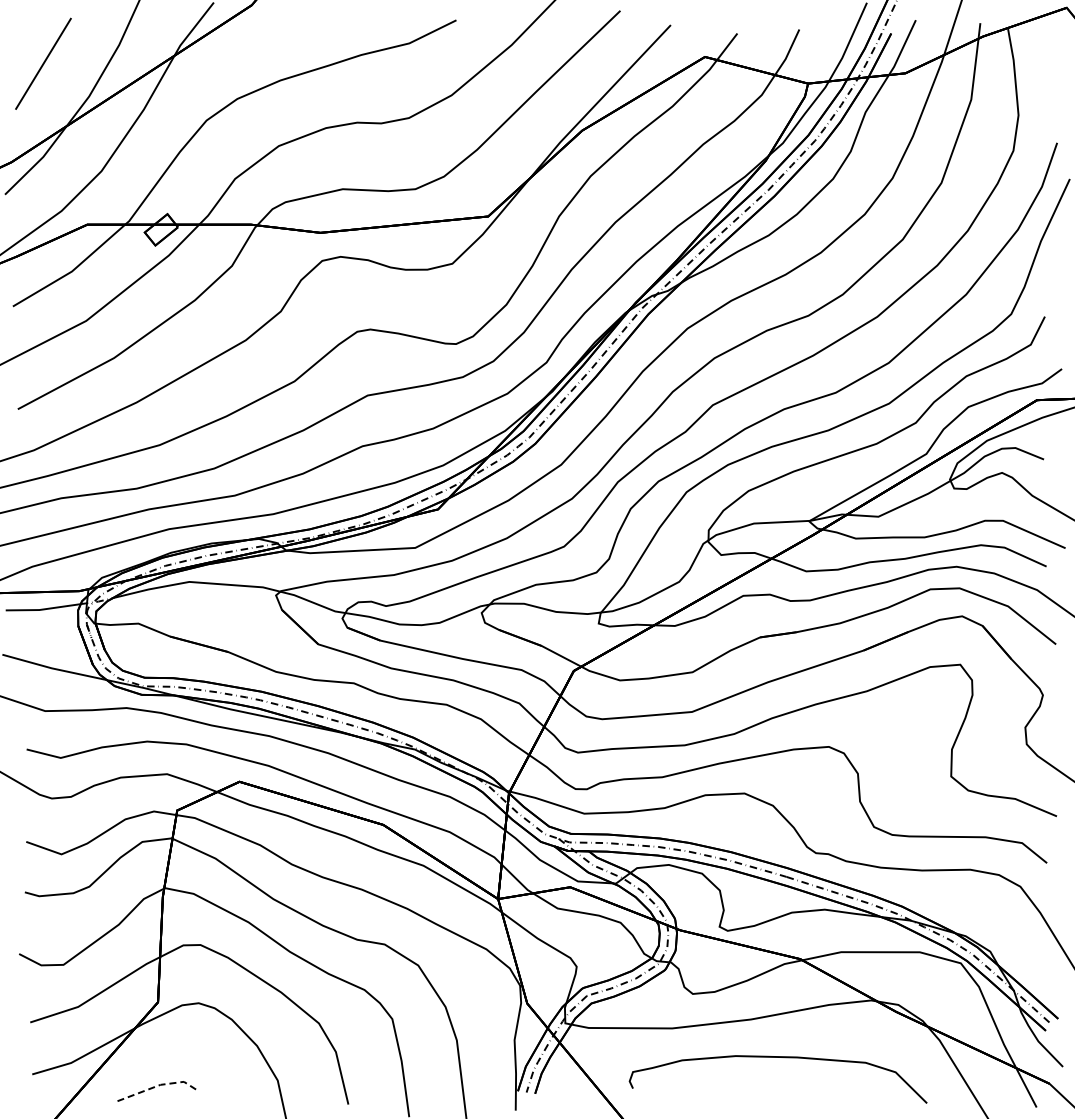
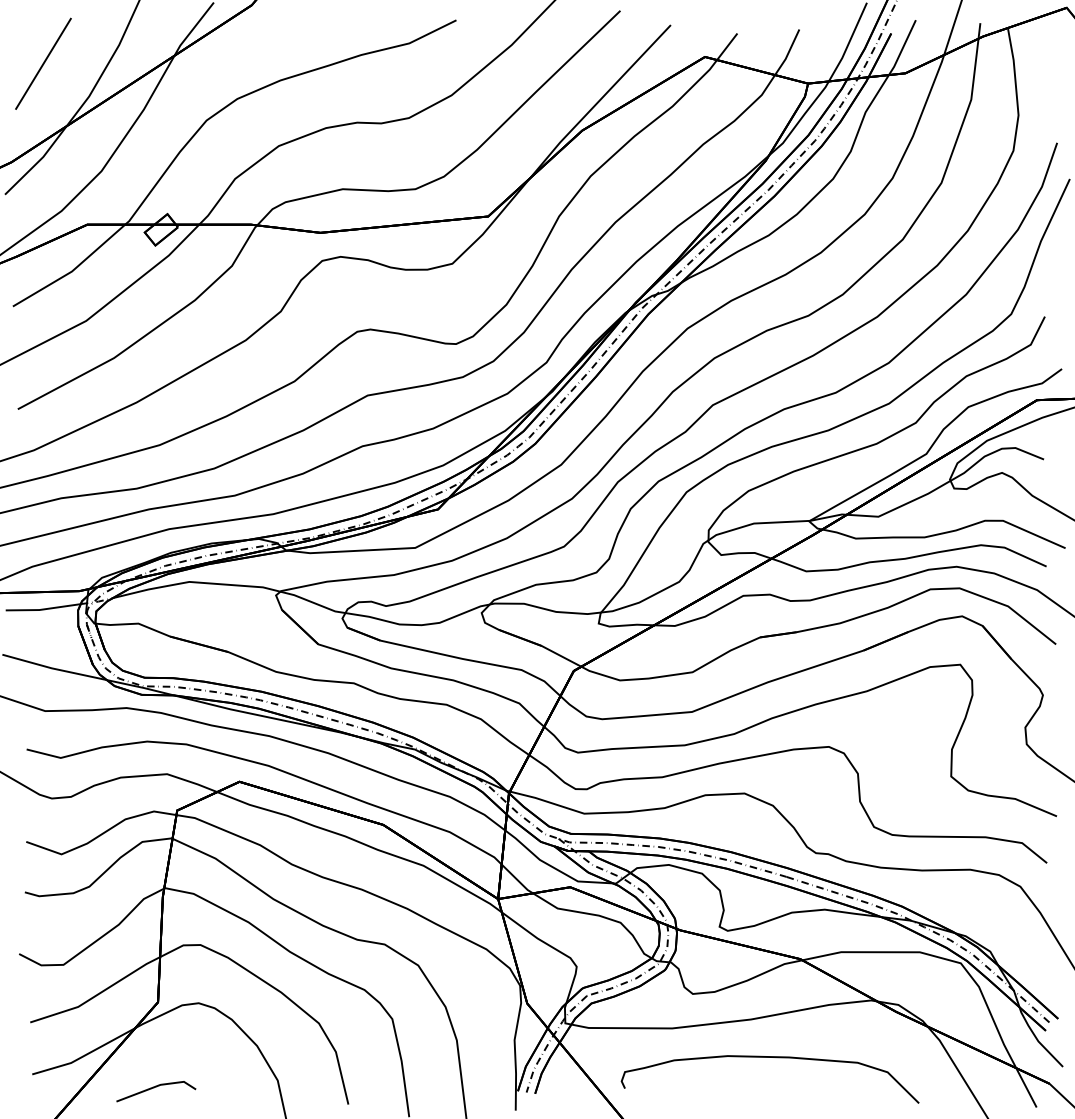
curve at (777, 1057) position: (777, 1057) -> (769, 1057)
line at (156, 1086): dashed -> solid
